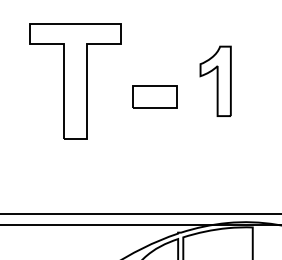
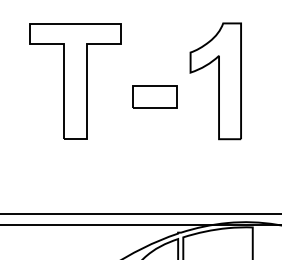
part at (215, 80) size: 33x72 px -> 53x119 px
